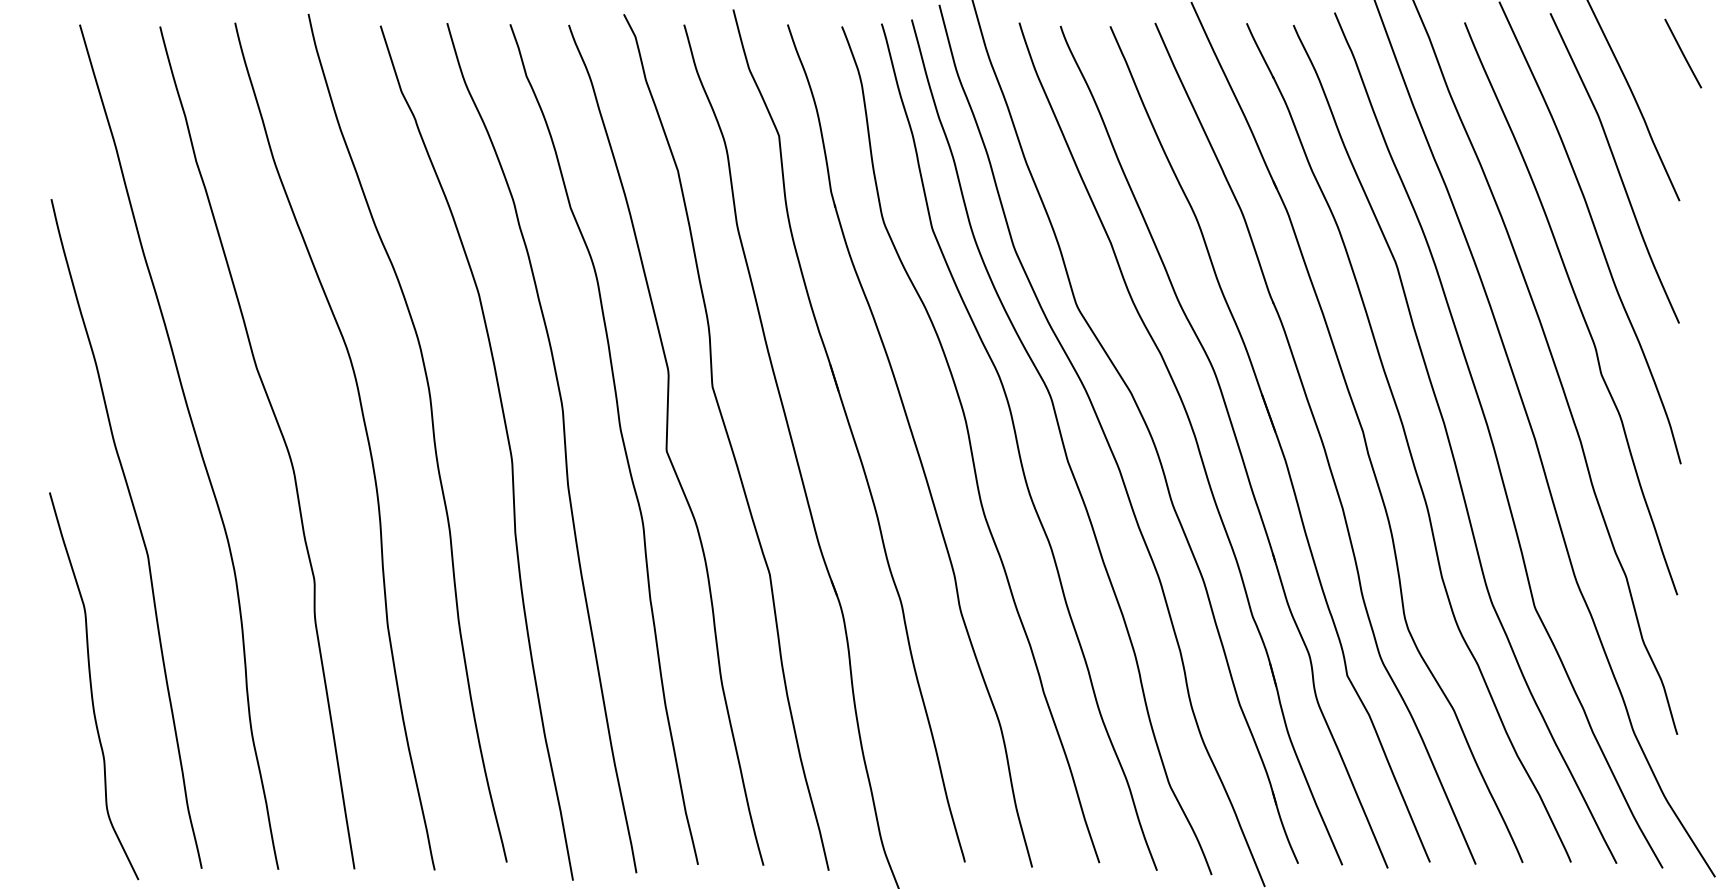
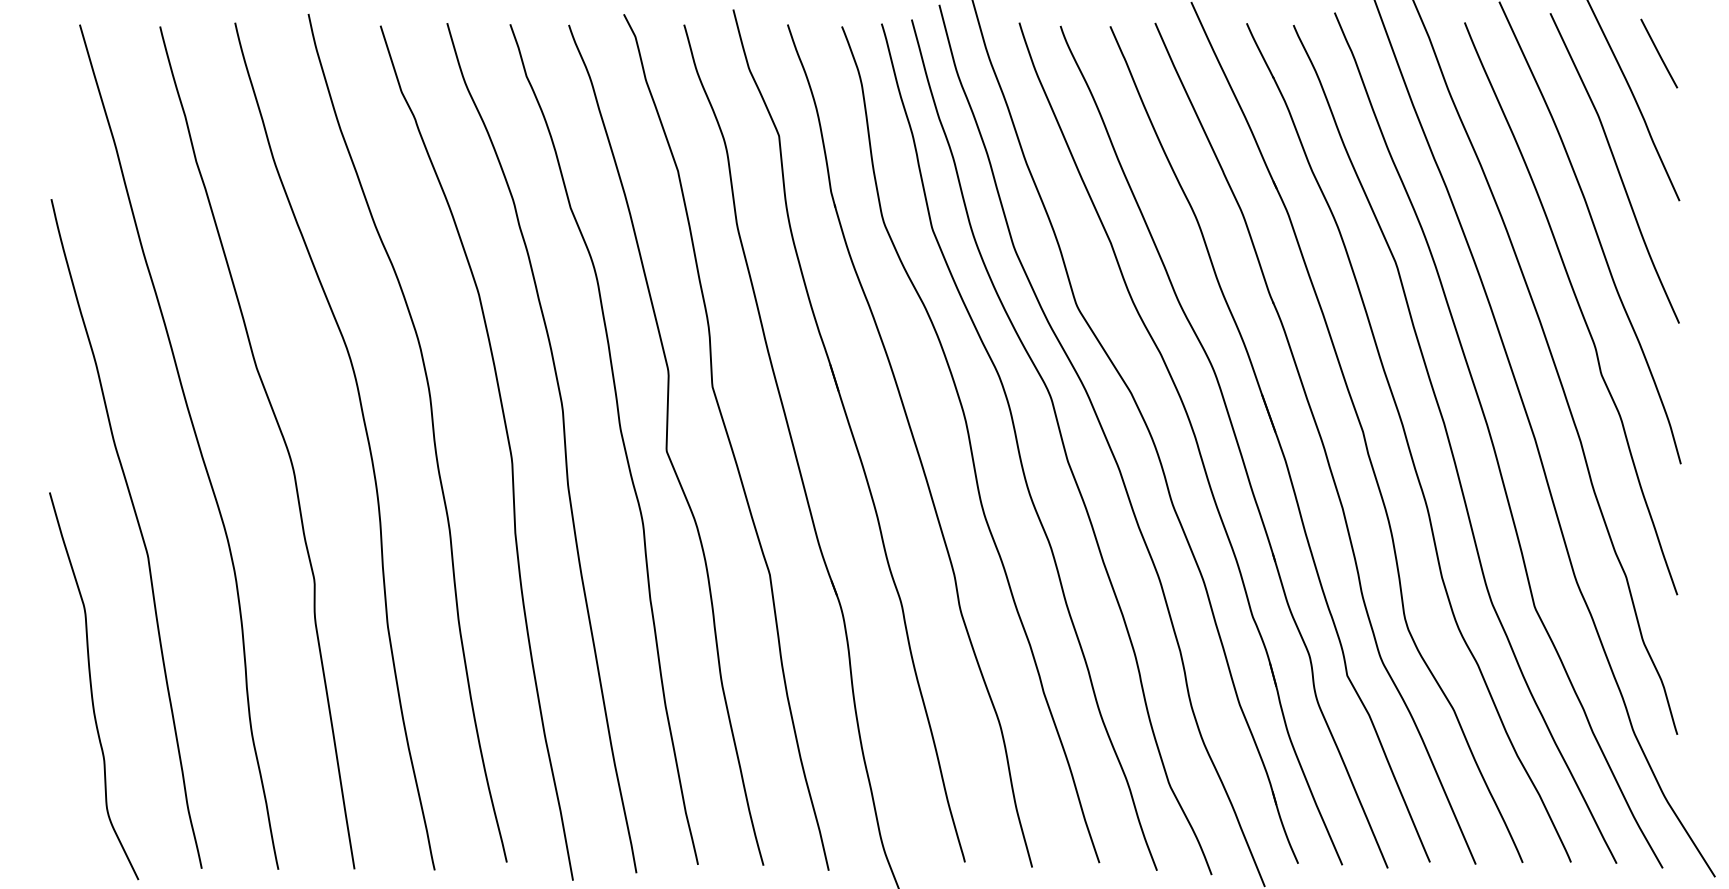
line at (1683, 53) position: (1683, 53) -> (1659, 53)
